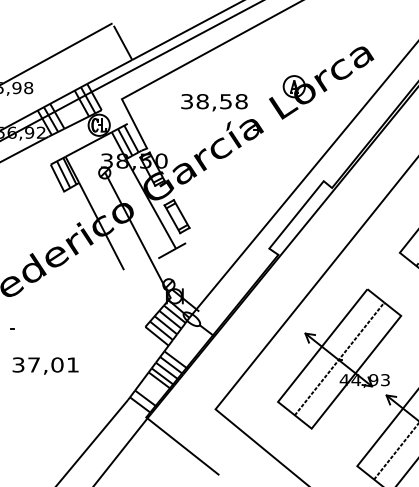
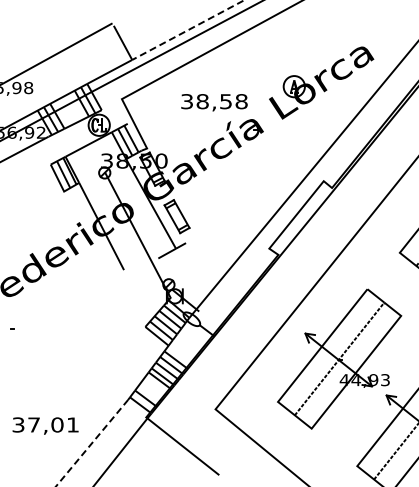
line at (187, 30): solid -> dashed
text at (45, 365) position: (45, 365) -> (45, 425)
line at (92, 443): solid -> dashed
